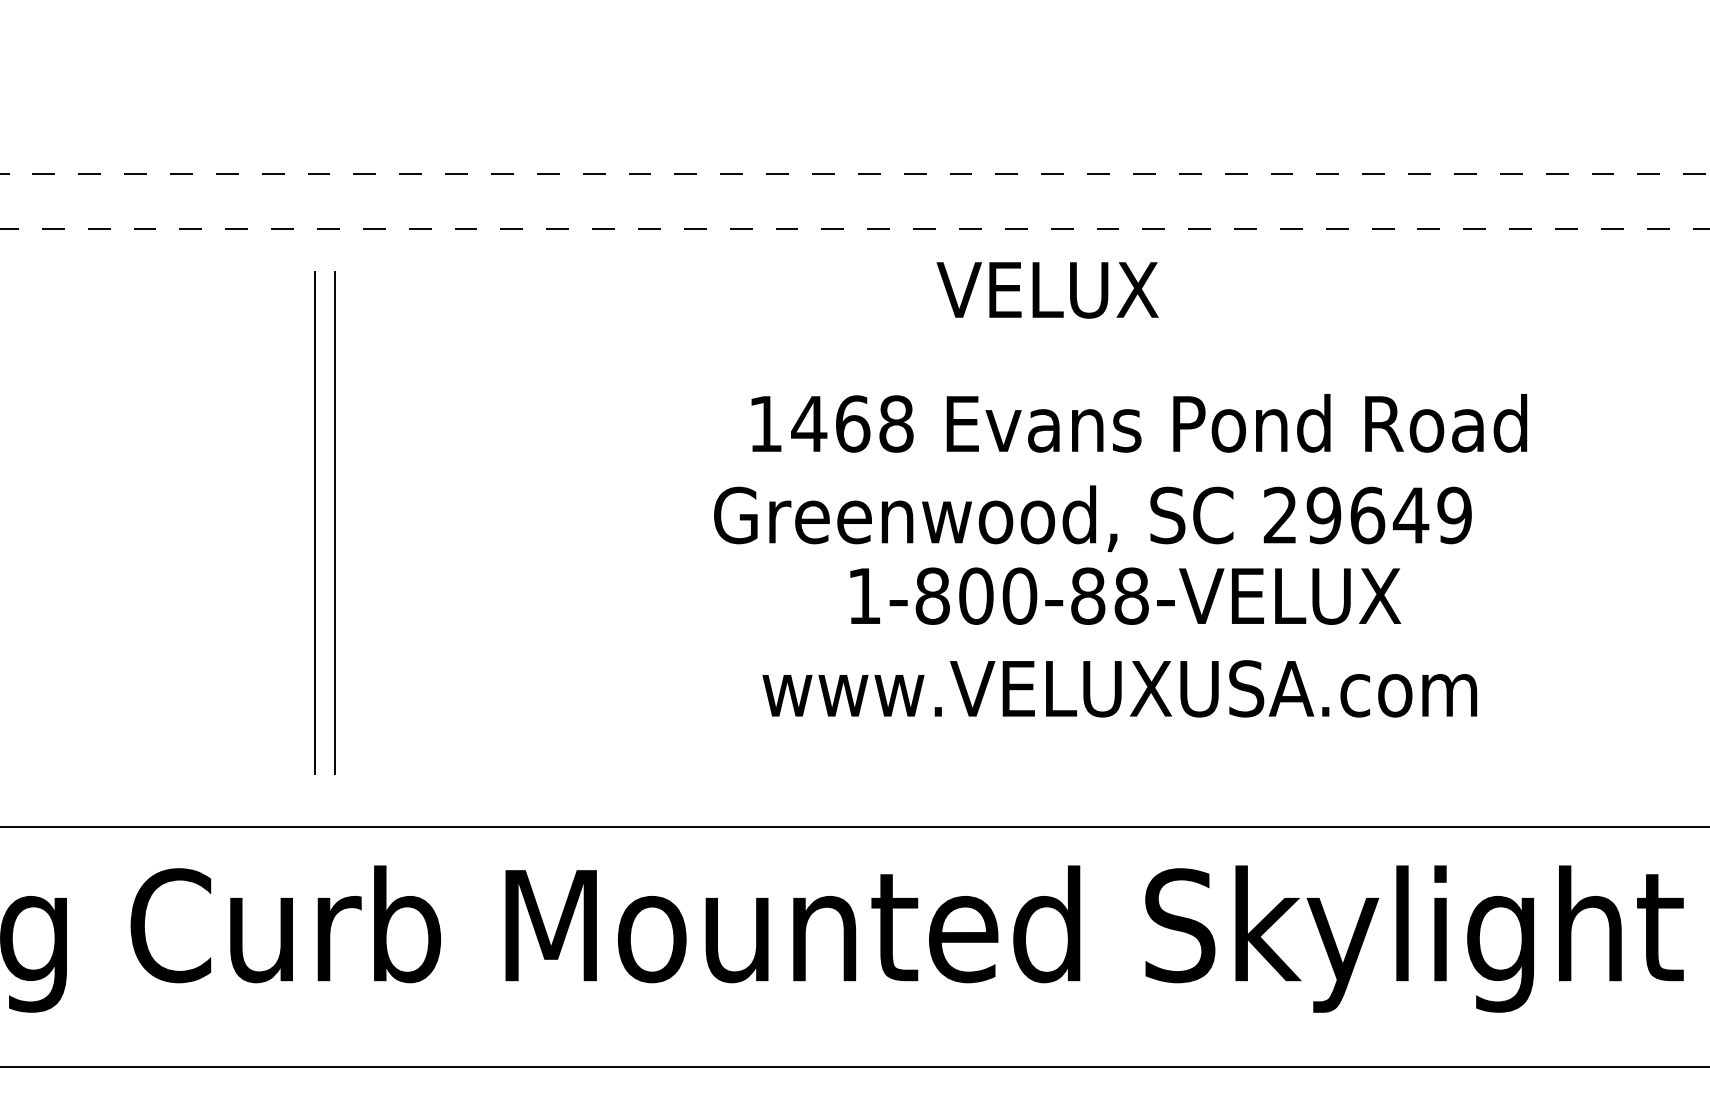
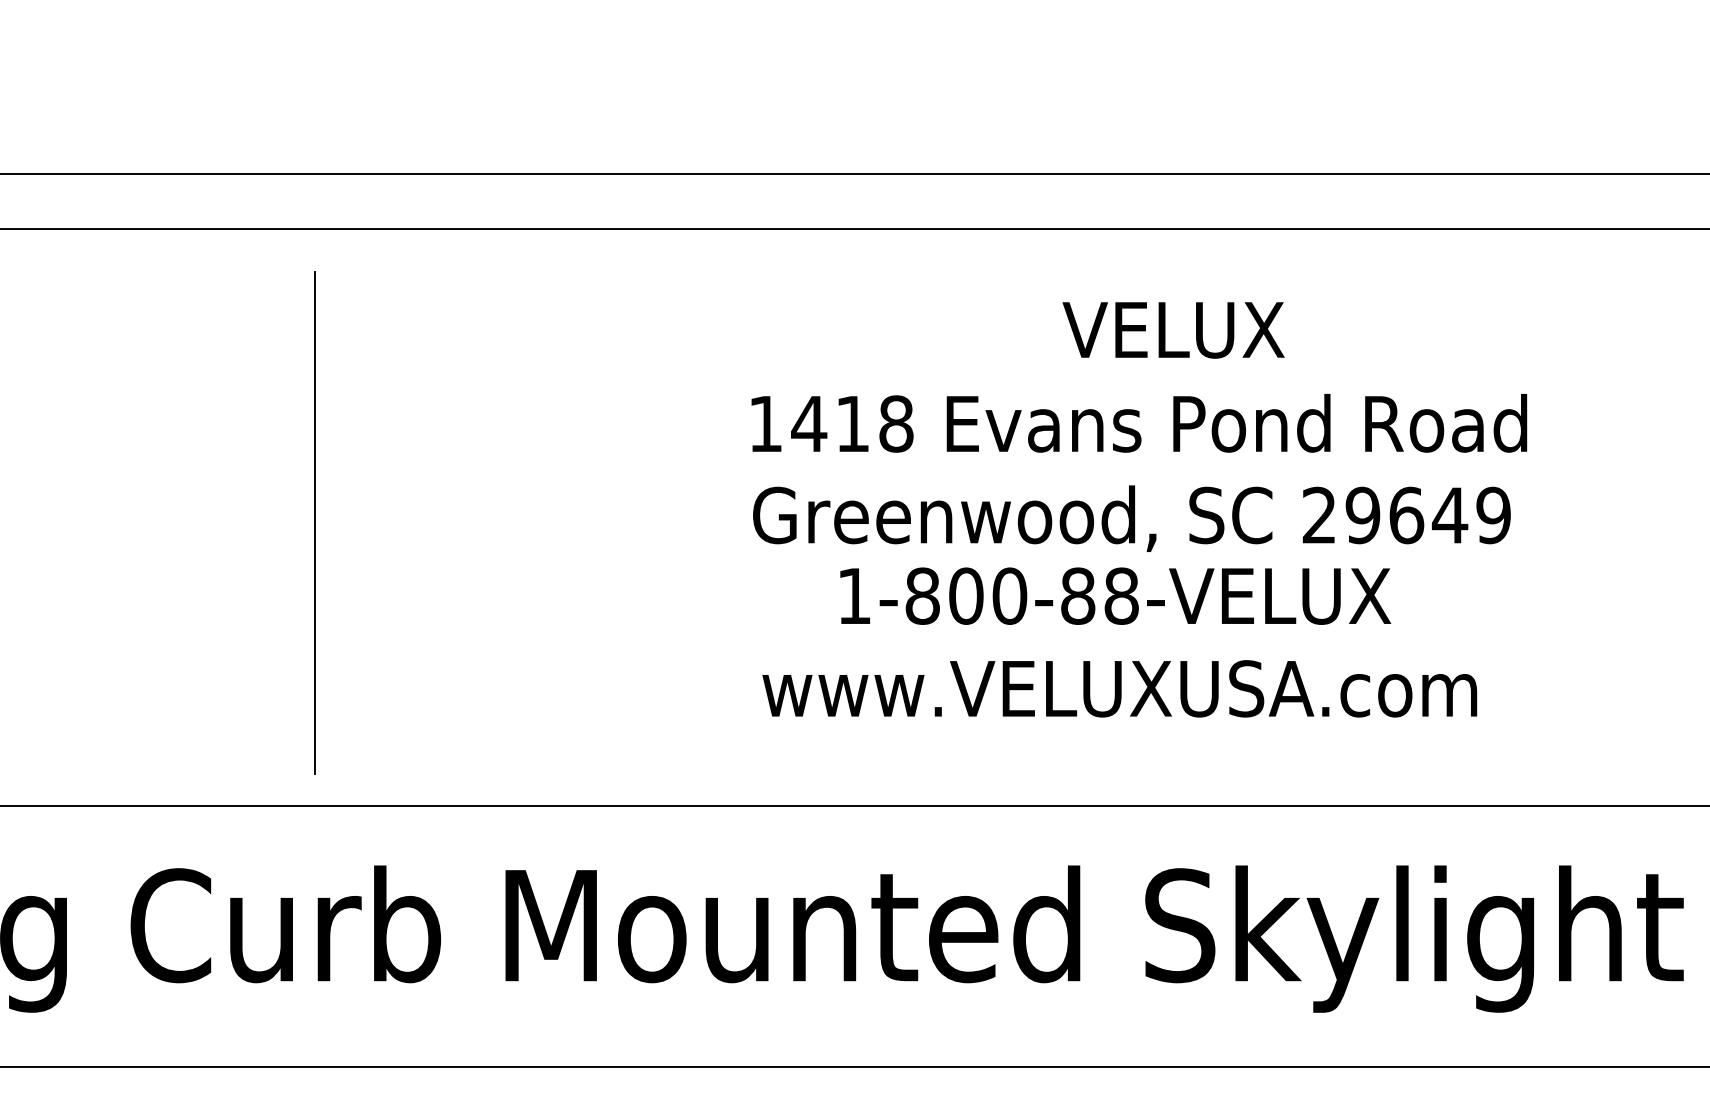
line at (854, 173): dashed -> solid
line at (855, 229): dashed -> solid
text at (1047, 290) position: (1047, 290) -> (1173, 330)
text at (853, 423): 1468 -> 1418
text at (1092, 518) position: (1092, 518) -> (1131, 518)
line at (334, 522): present -> none
text at (1125, 595) position: (1125, 595) -> (1115, 595)
line at (854, 827) position: (854, 827) -> (854, 806)
